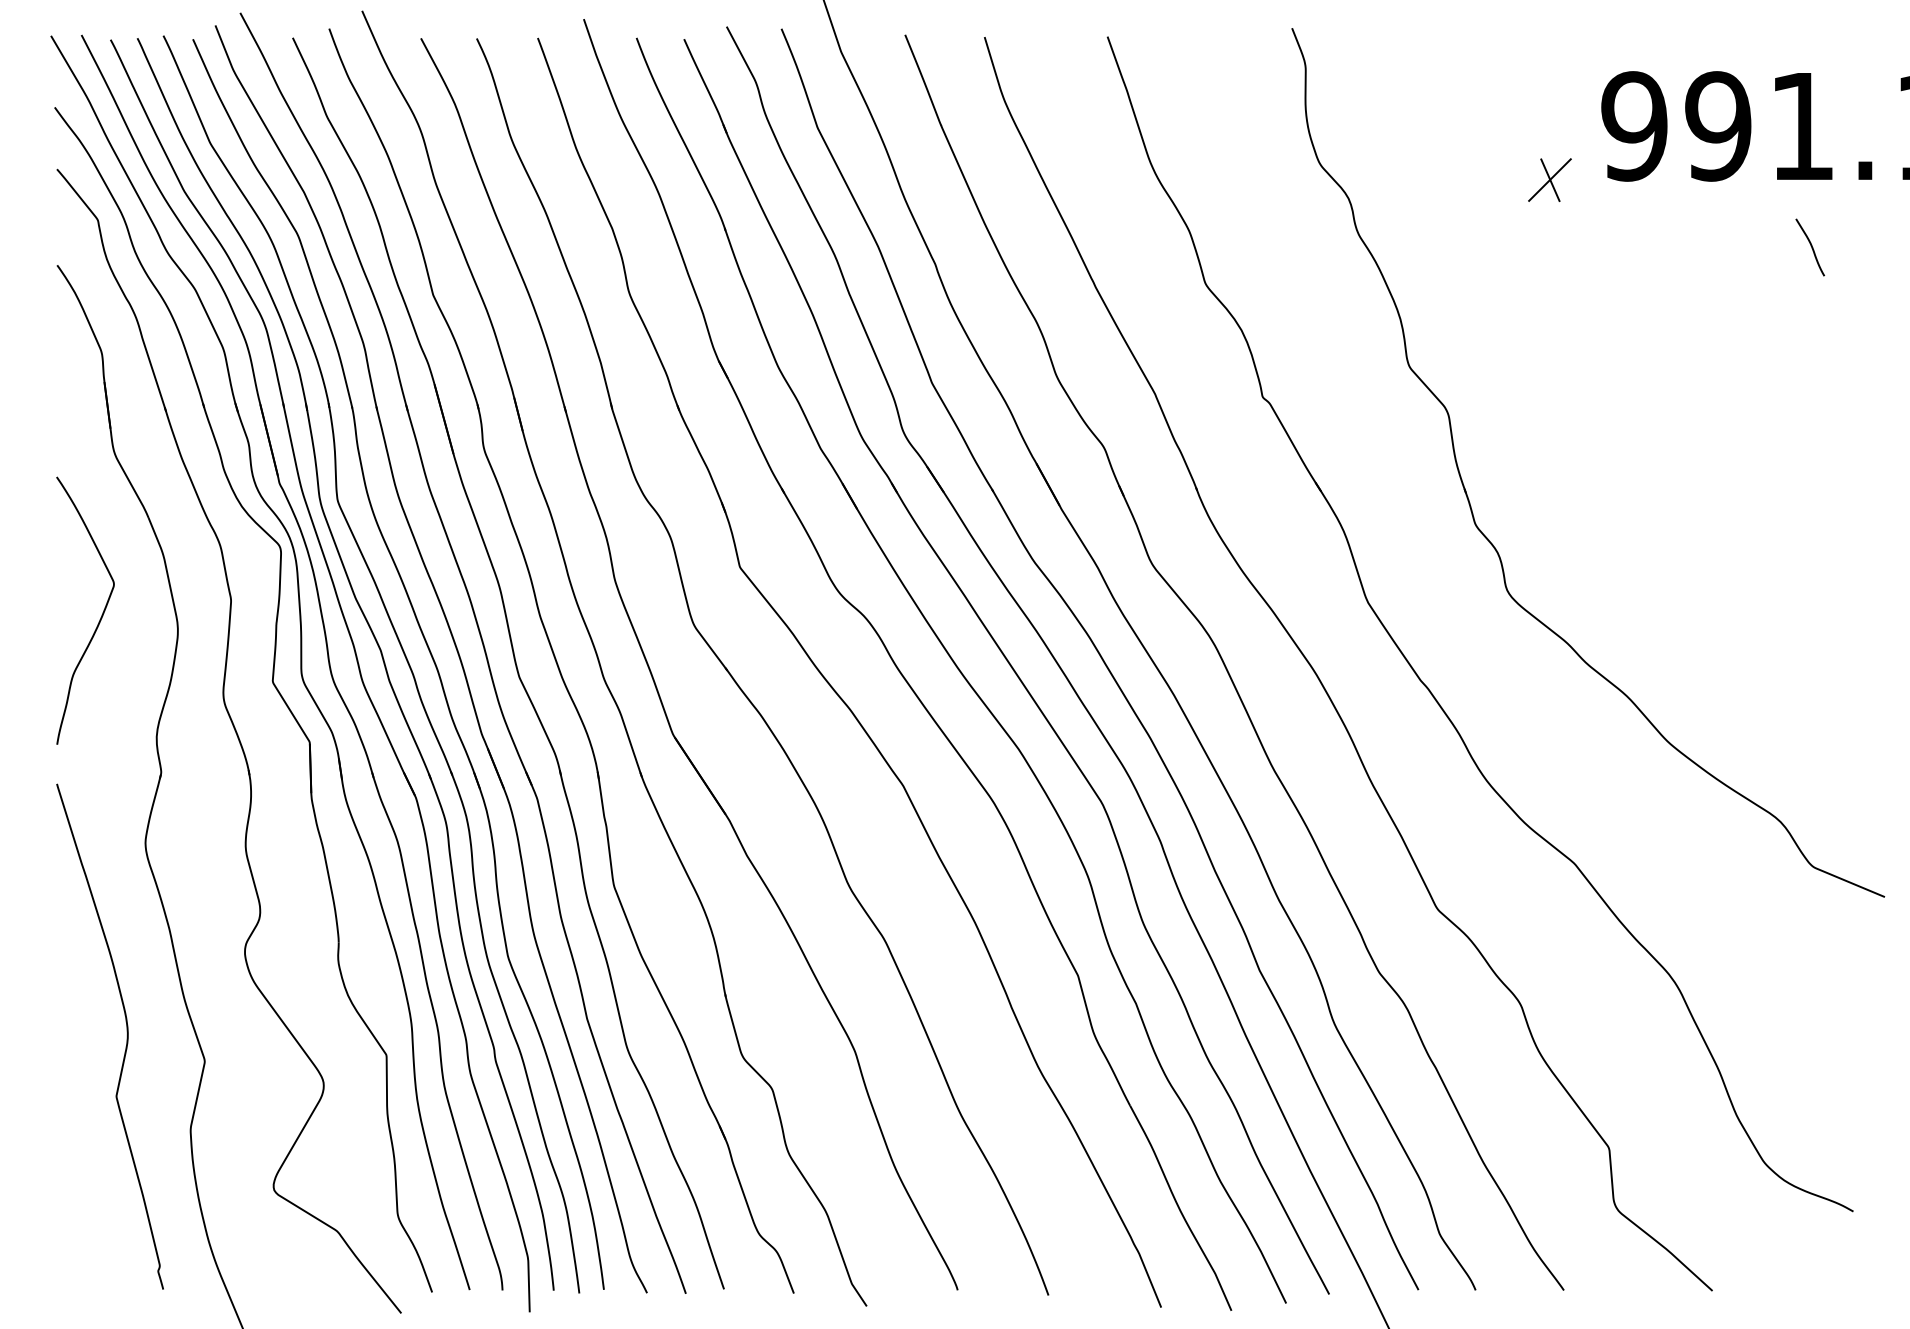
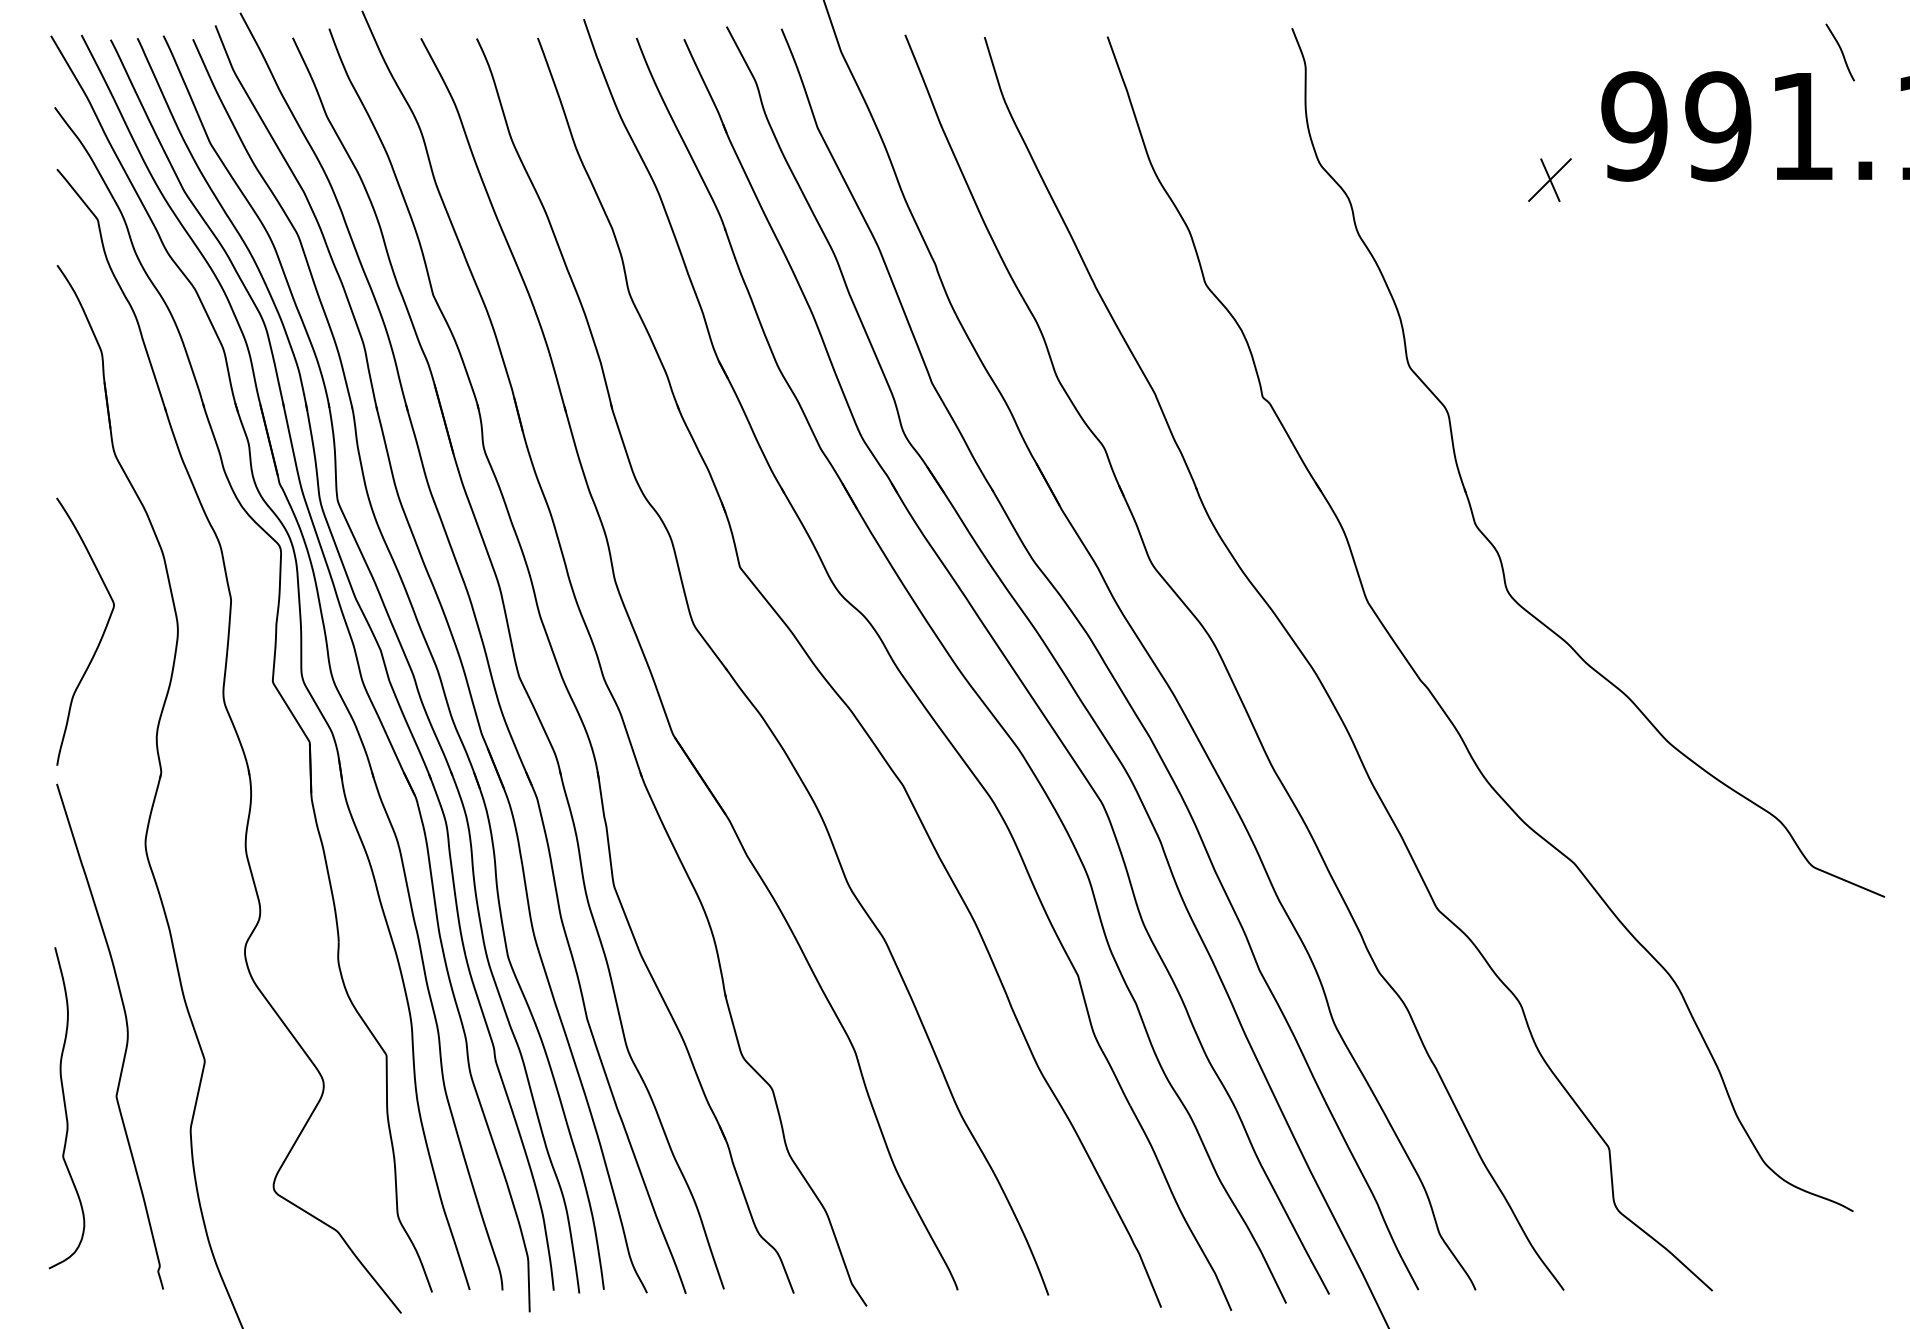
curve at (1810, 246) position: (1810, 246) -> (1840, 51)
curve at (101, 614) position: (101, 614) -> (101, 635)
curve at (66, 1108): none -> present
